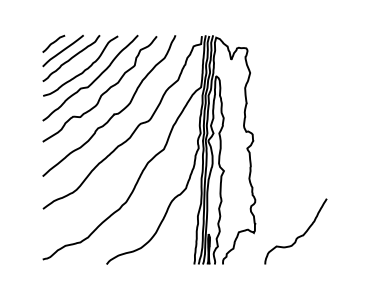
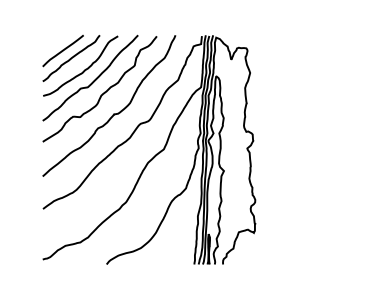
curve at (53, 43): present -> none
curve at (297, 236): present -> none
